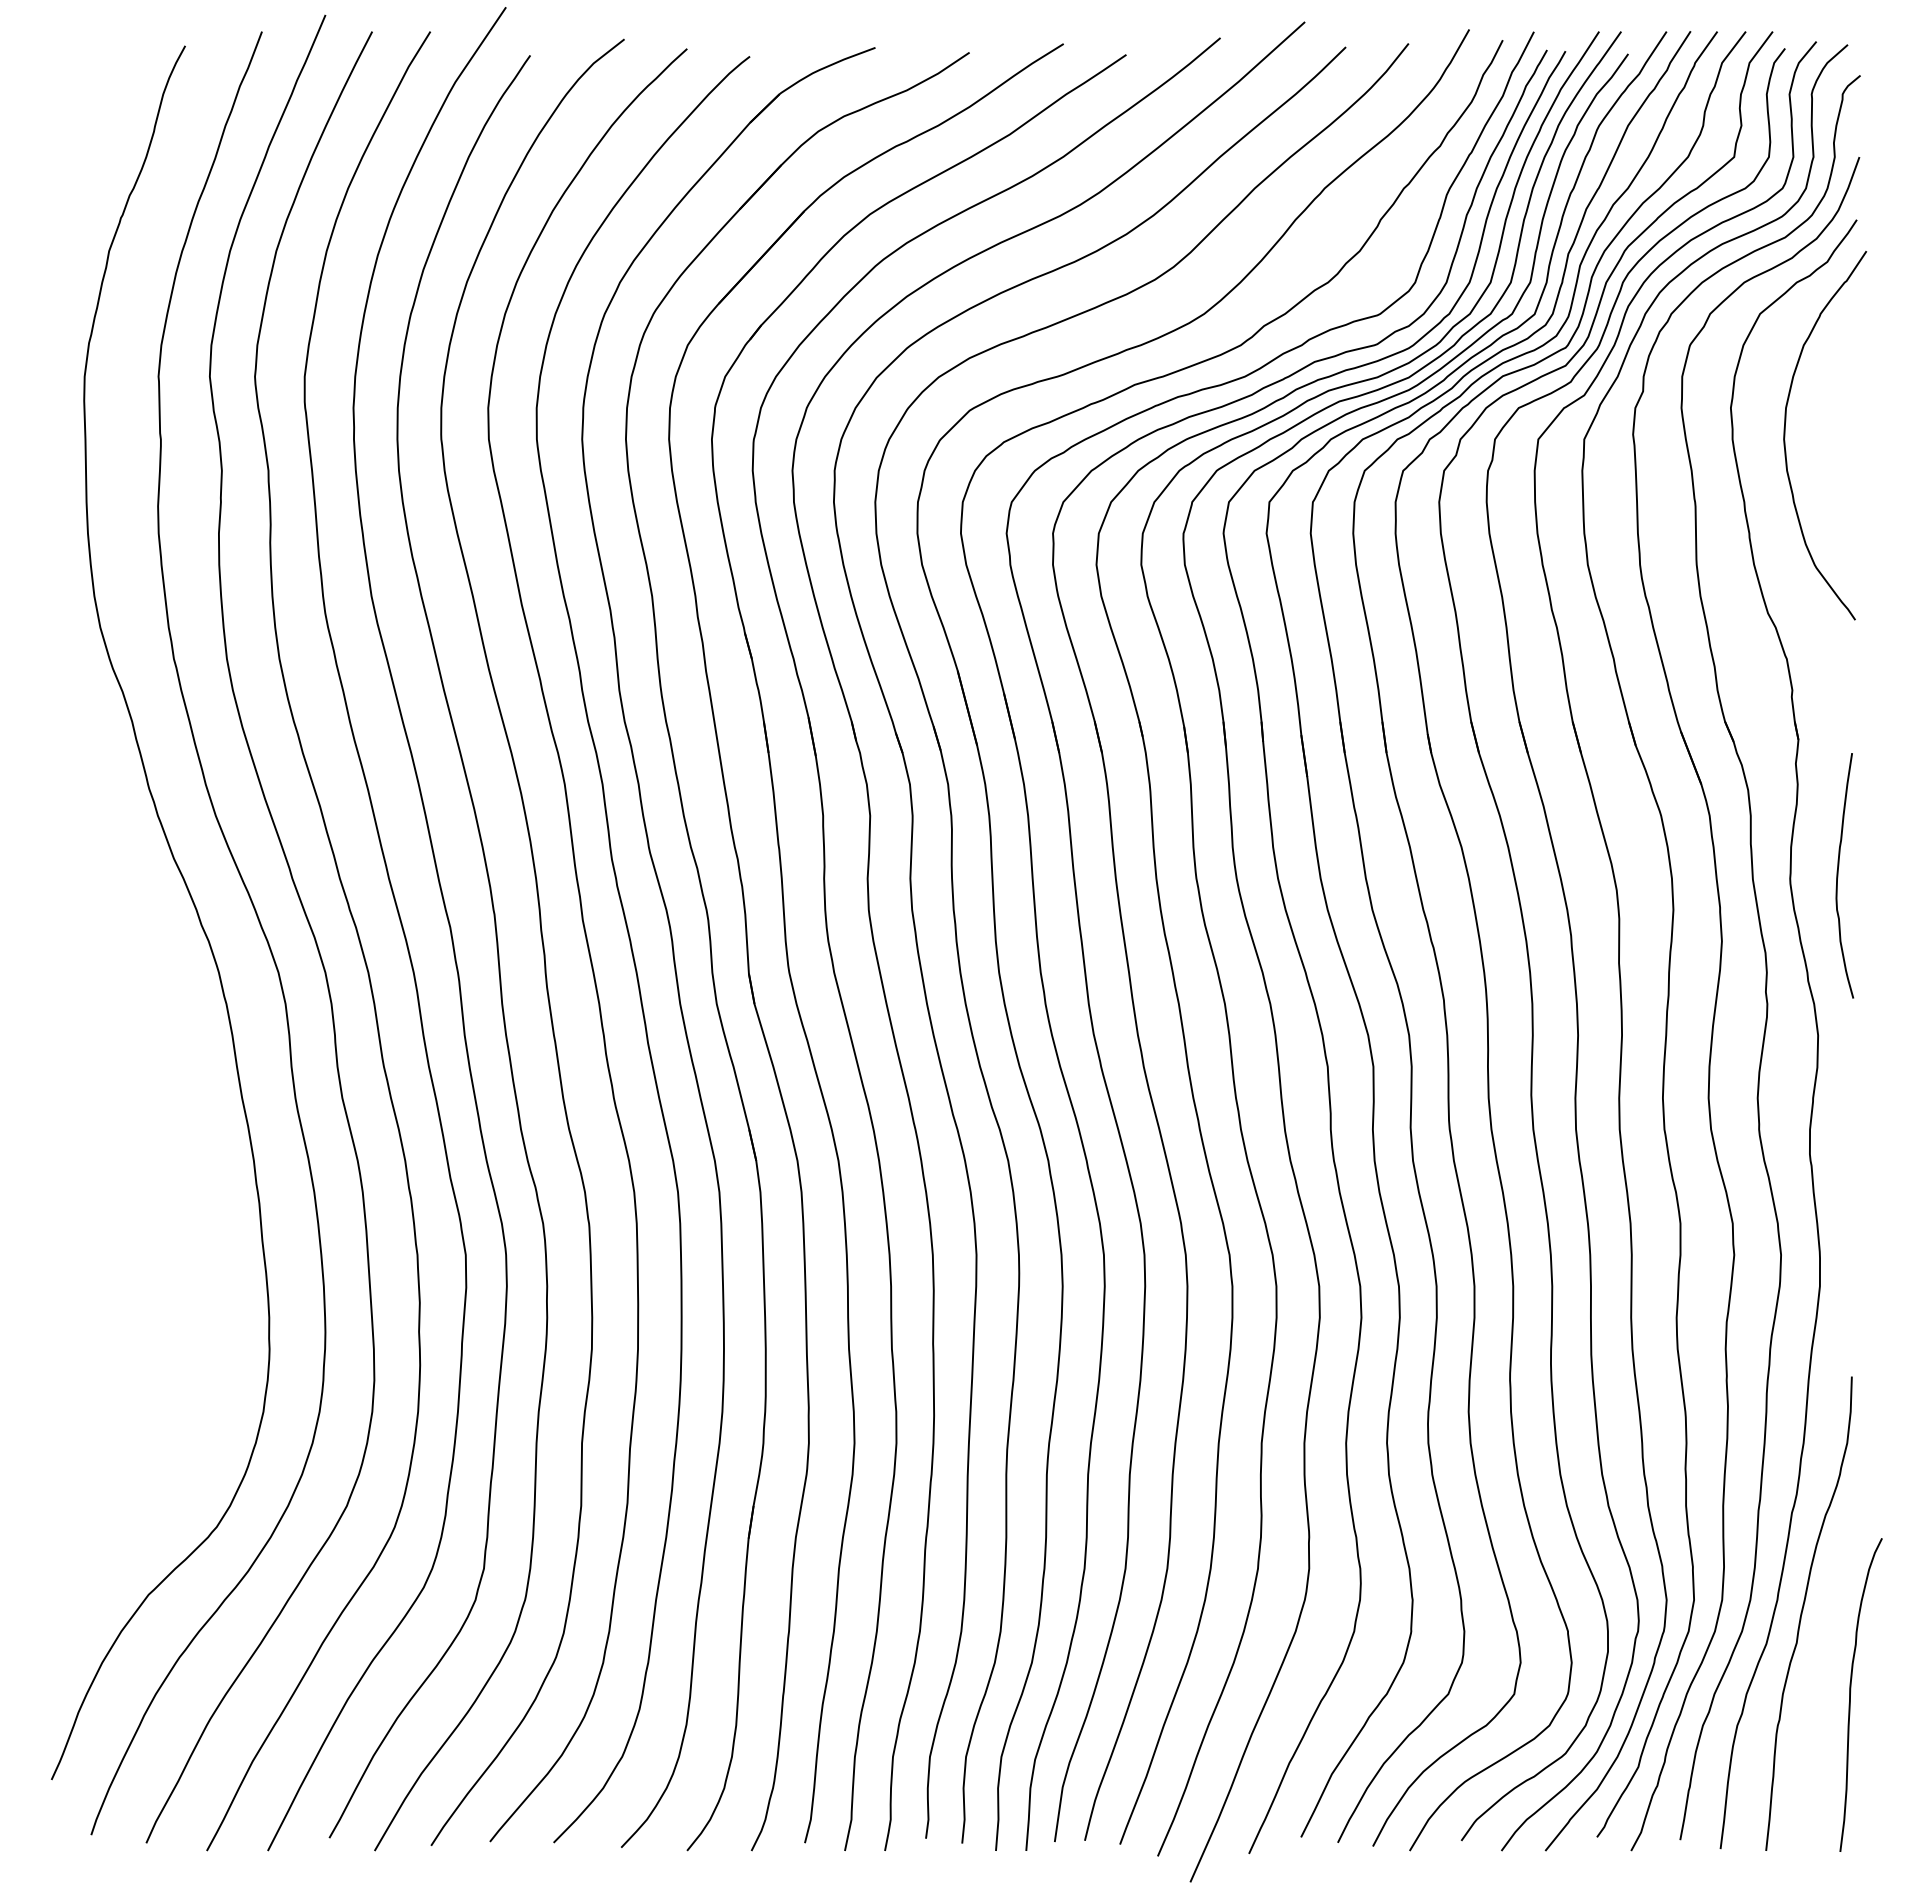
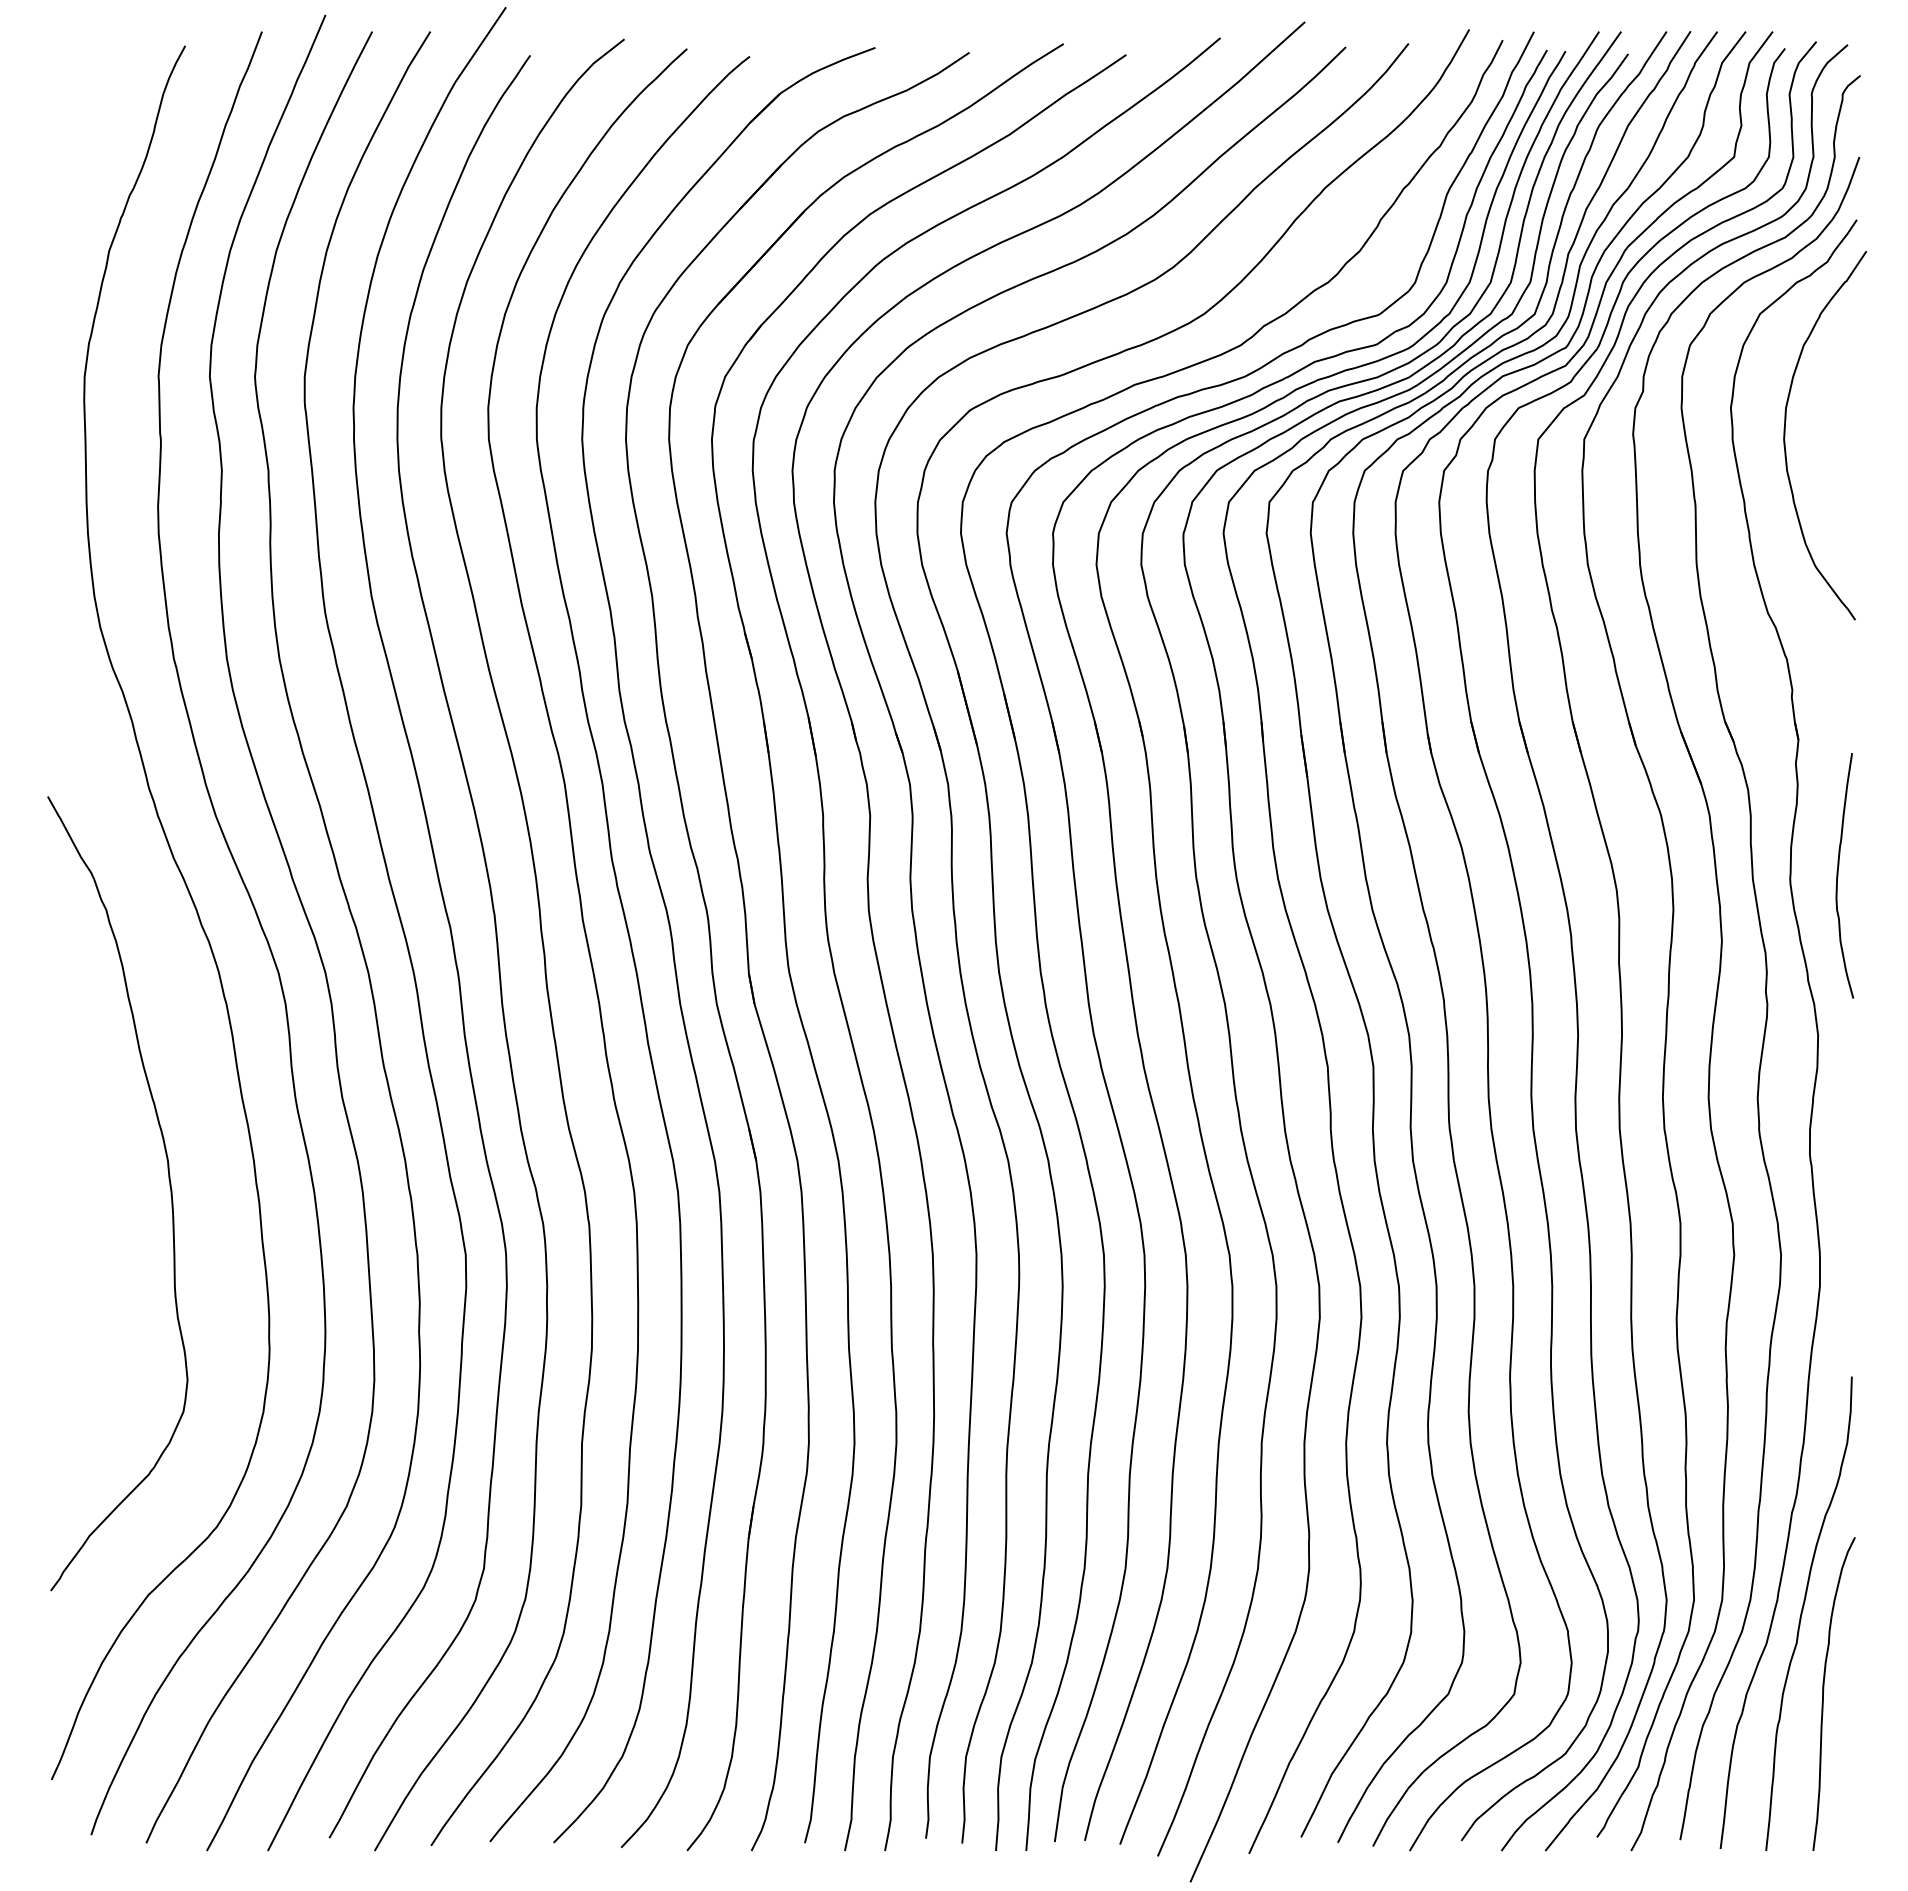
curve at (169, 1186): none -> present
curve at (1851, 1691) position: (1851, 1691) -> (1824, 1690)
